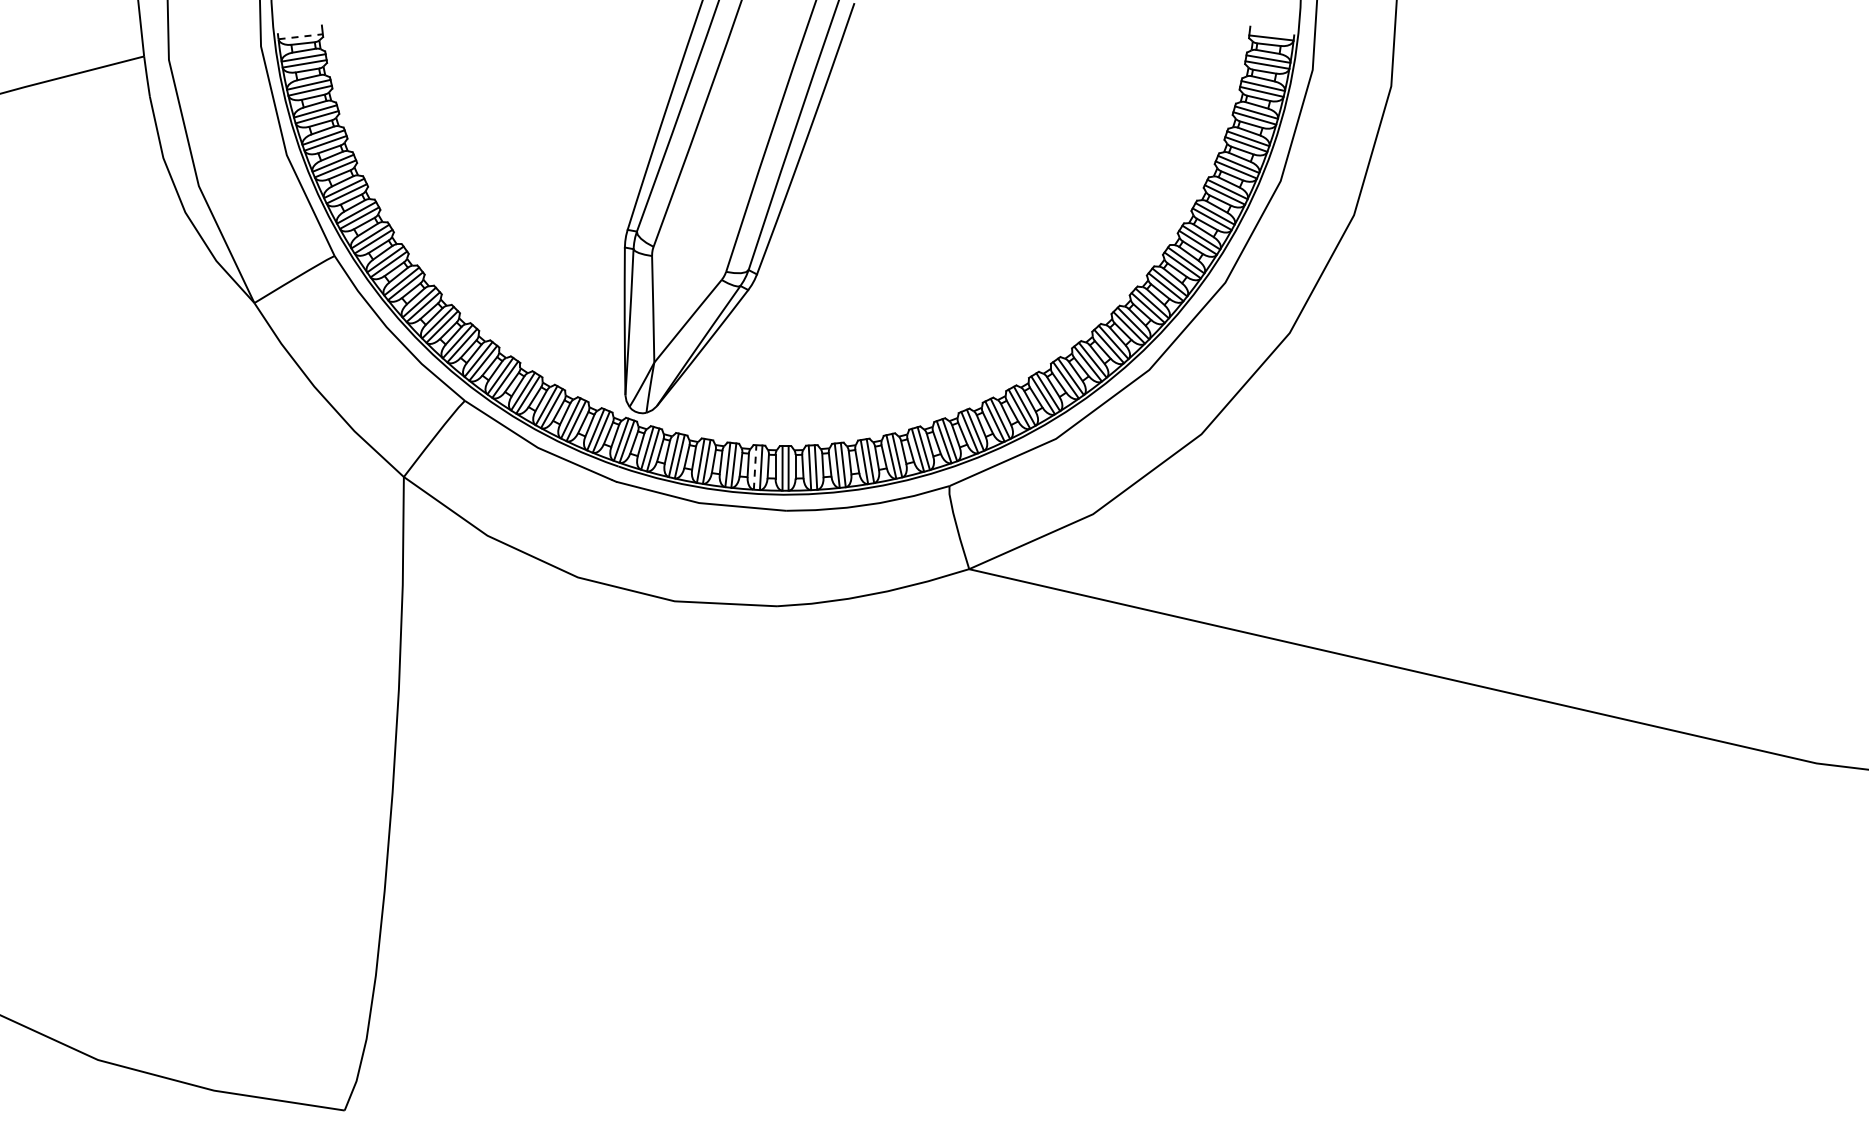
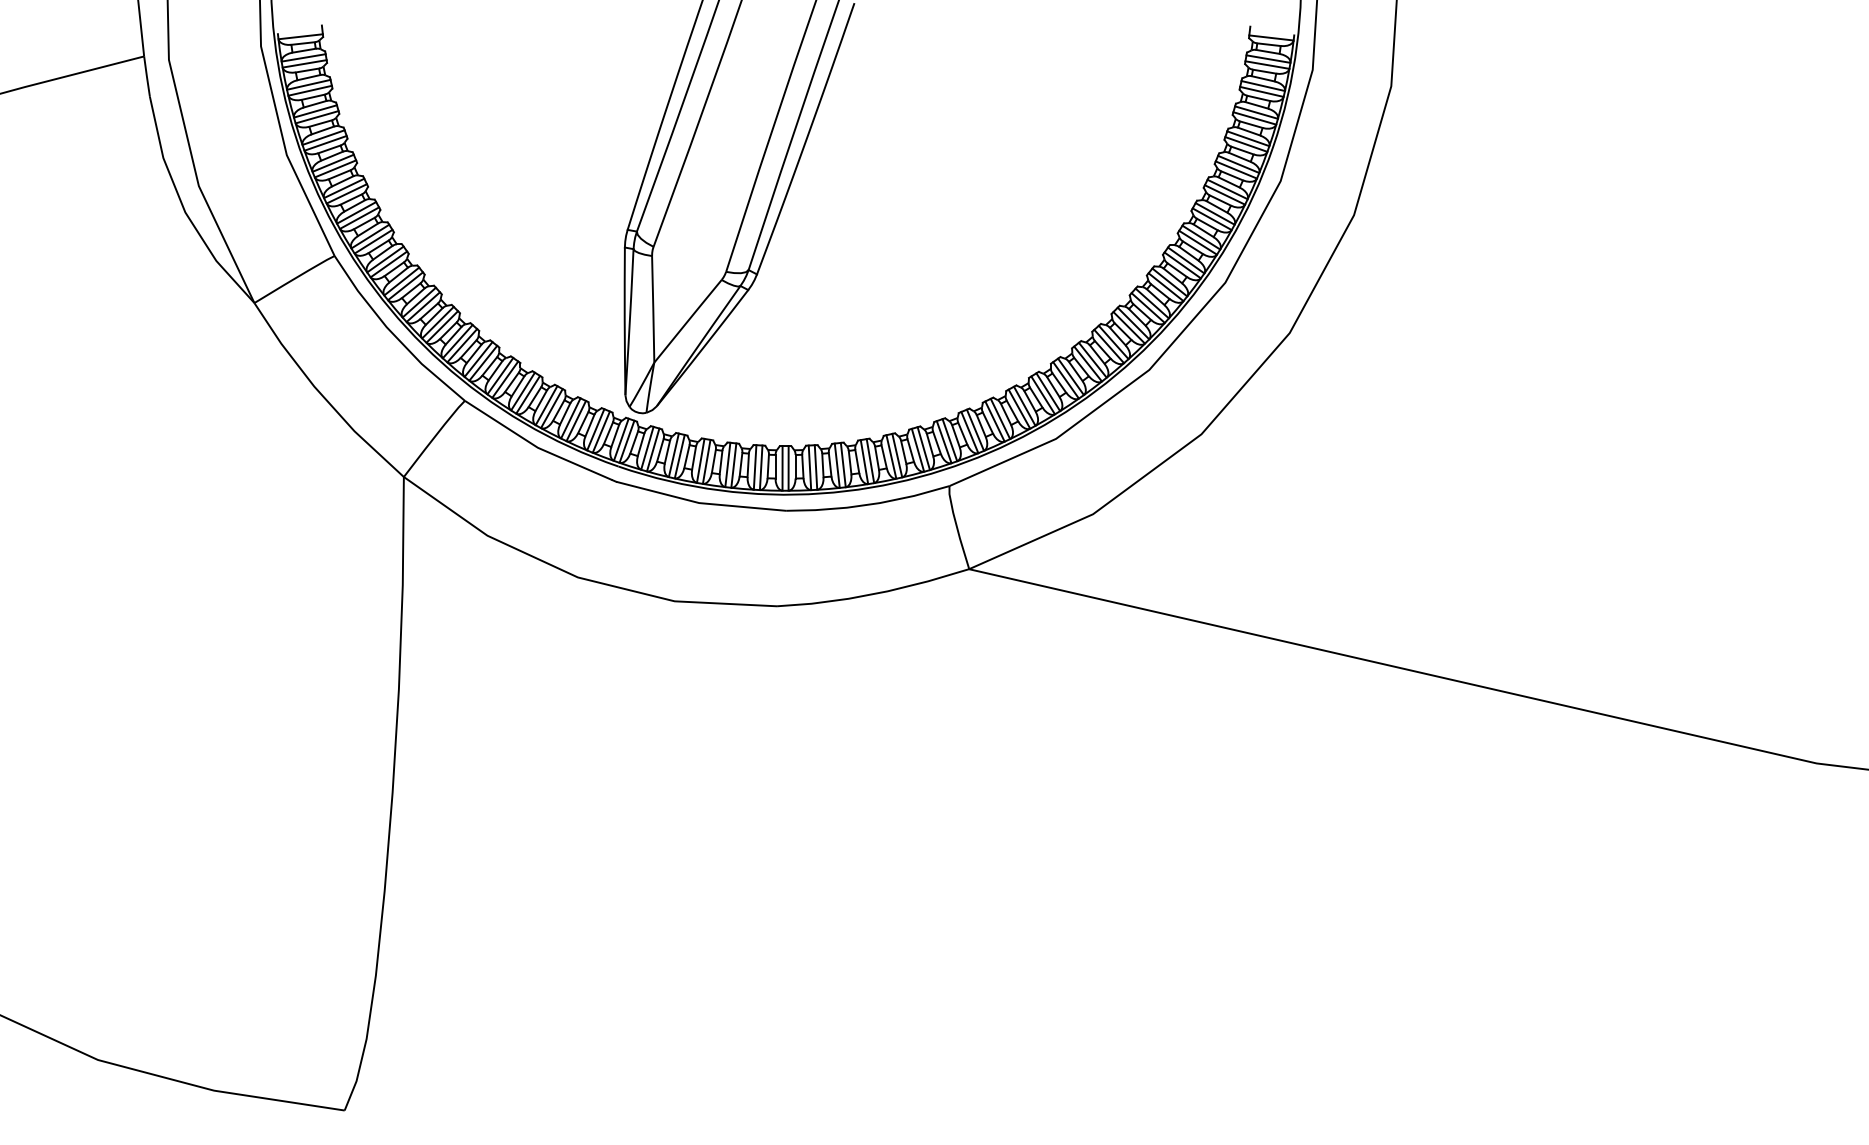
line at (301, 36): dashed -> solid
line at (755, 466): dashed -> solid
